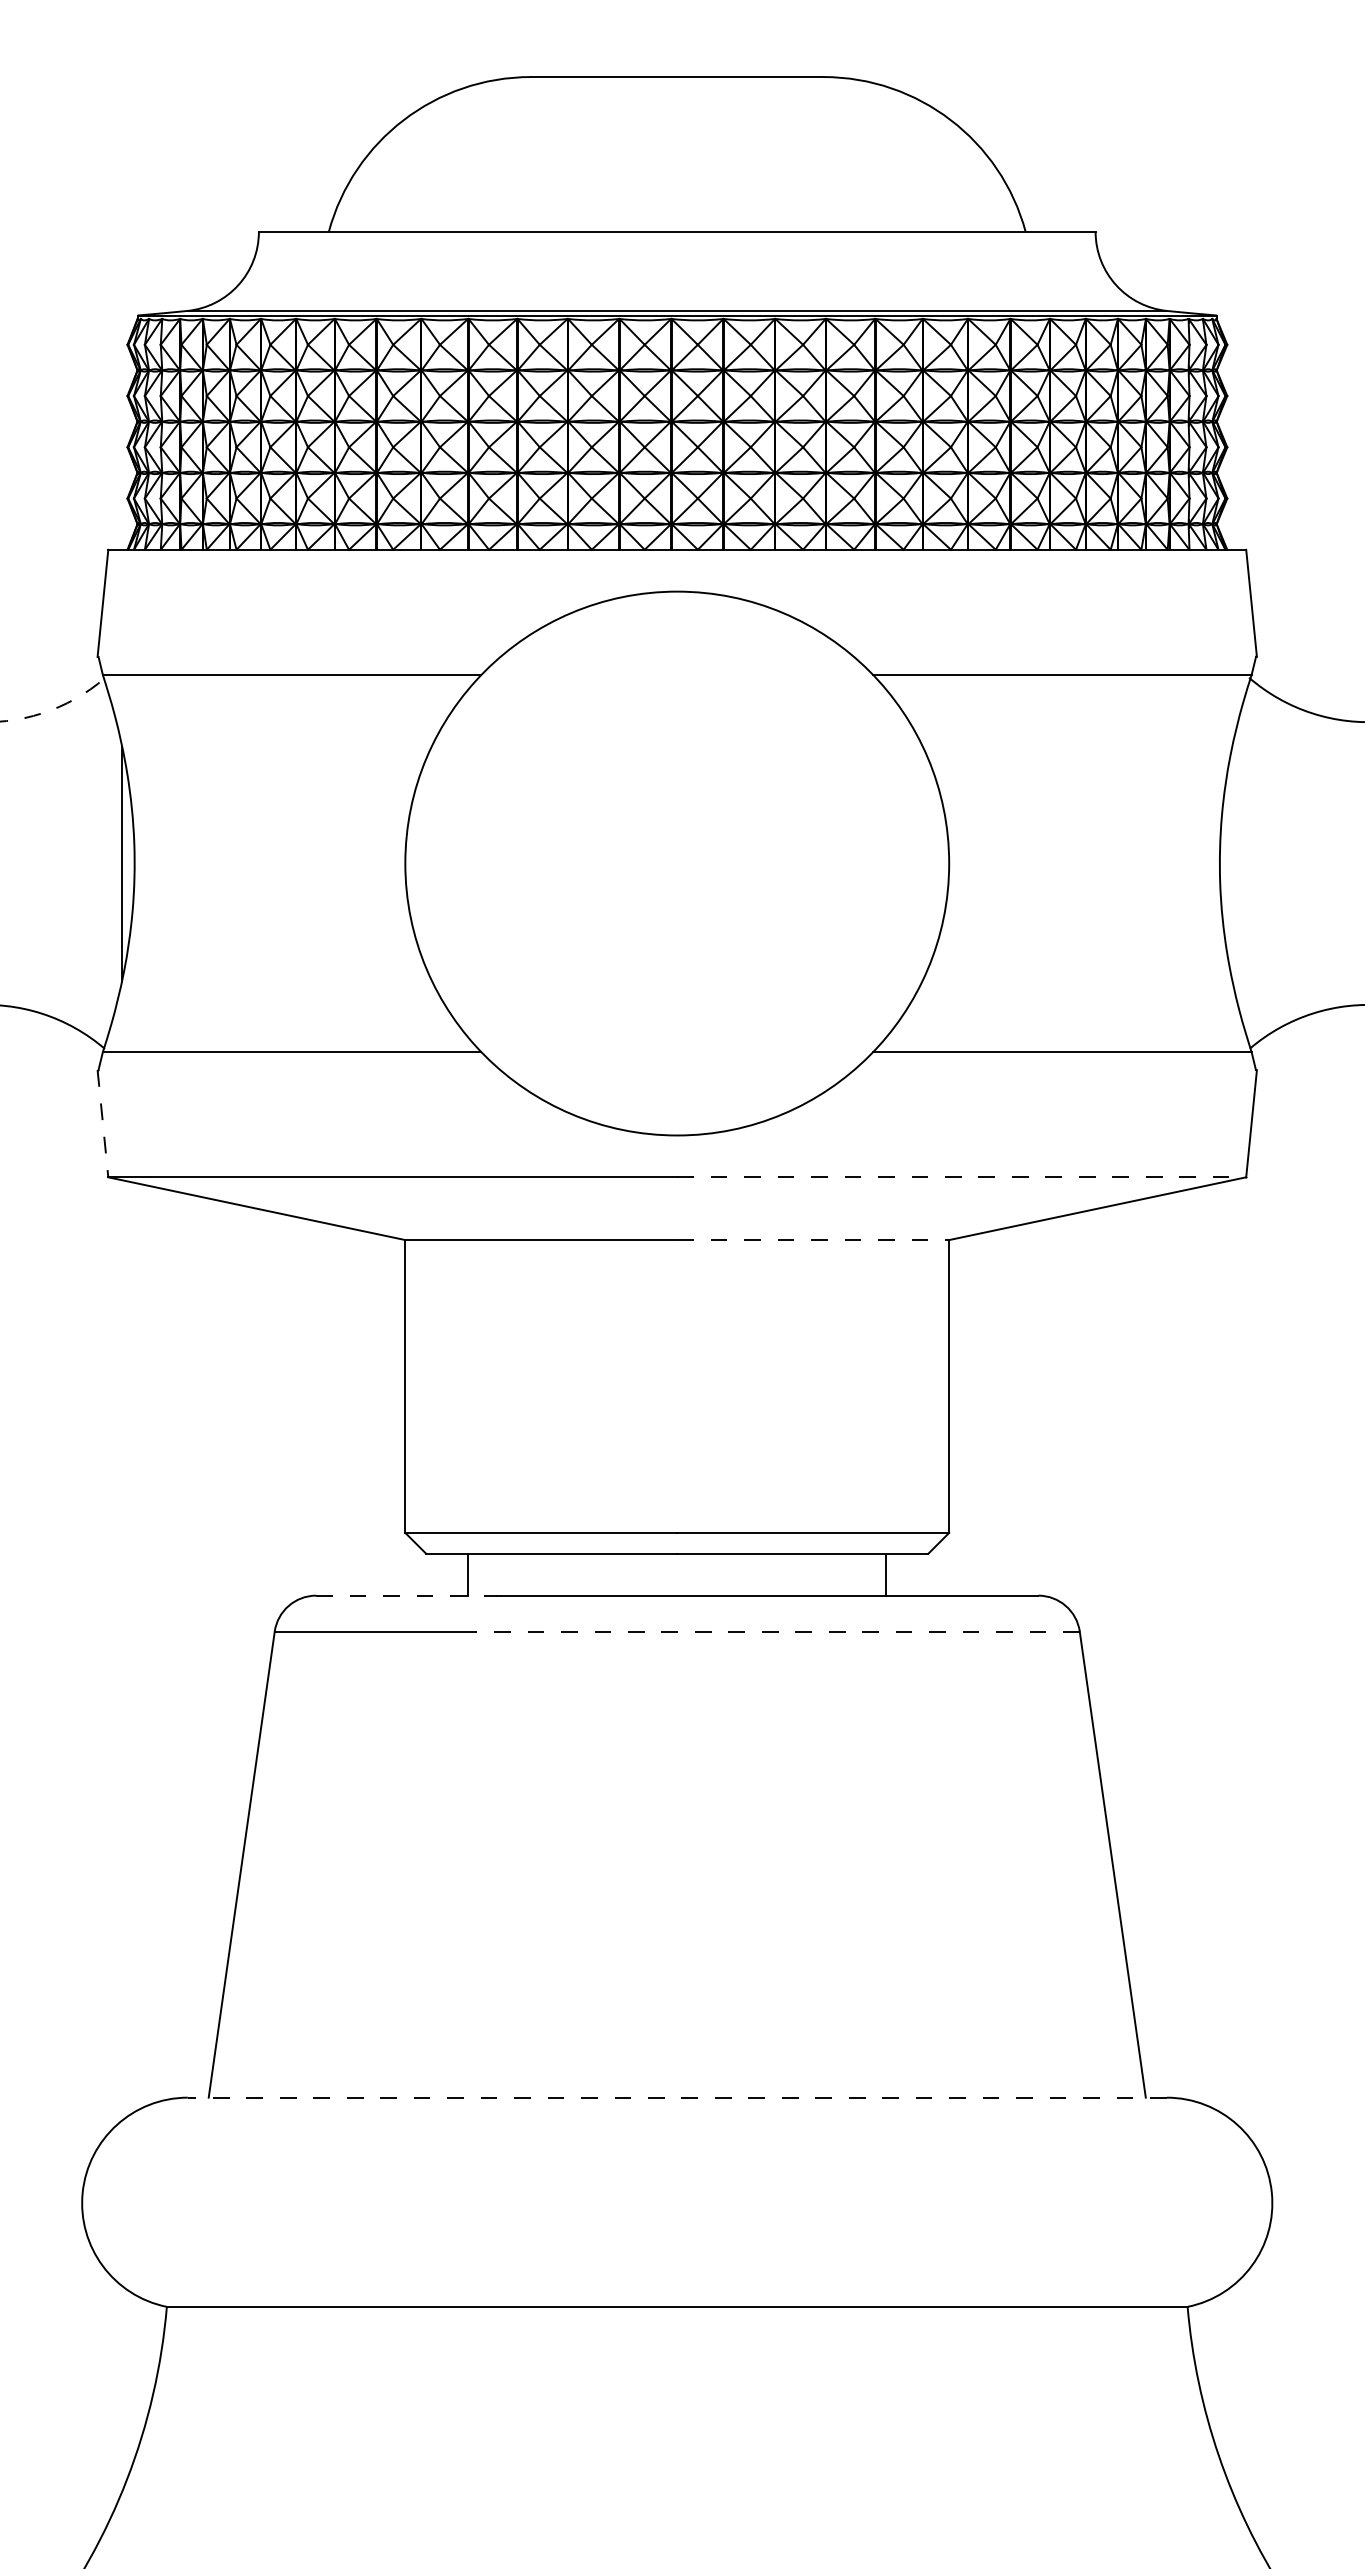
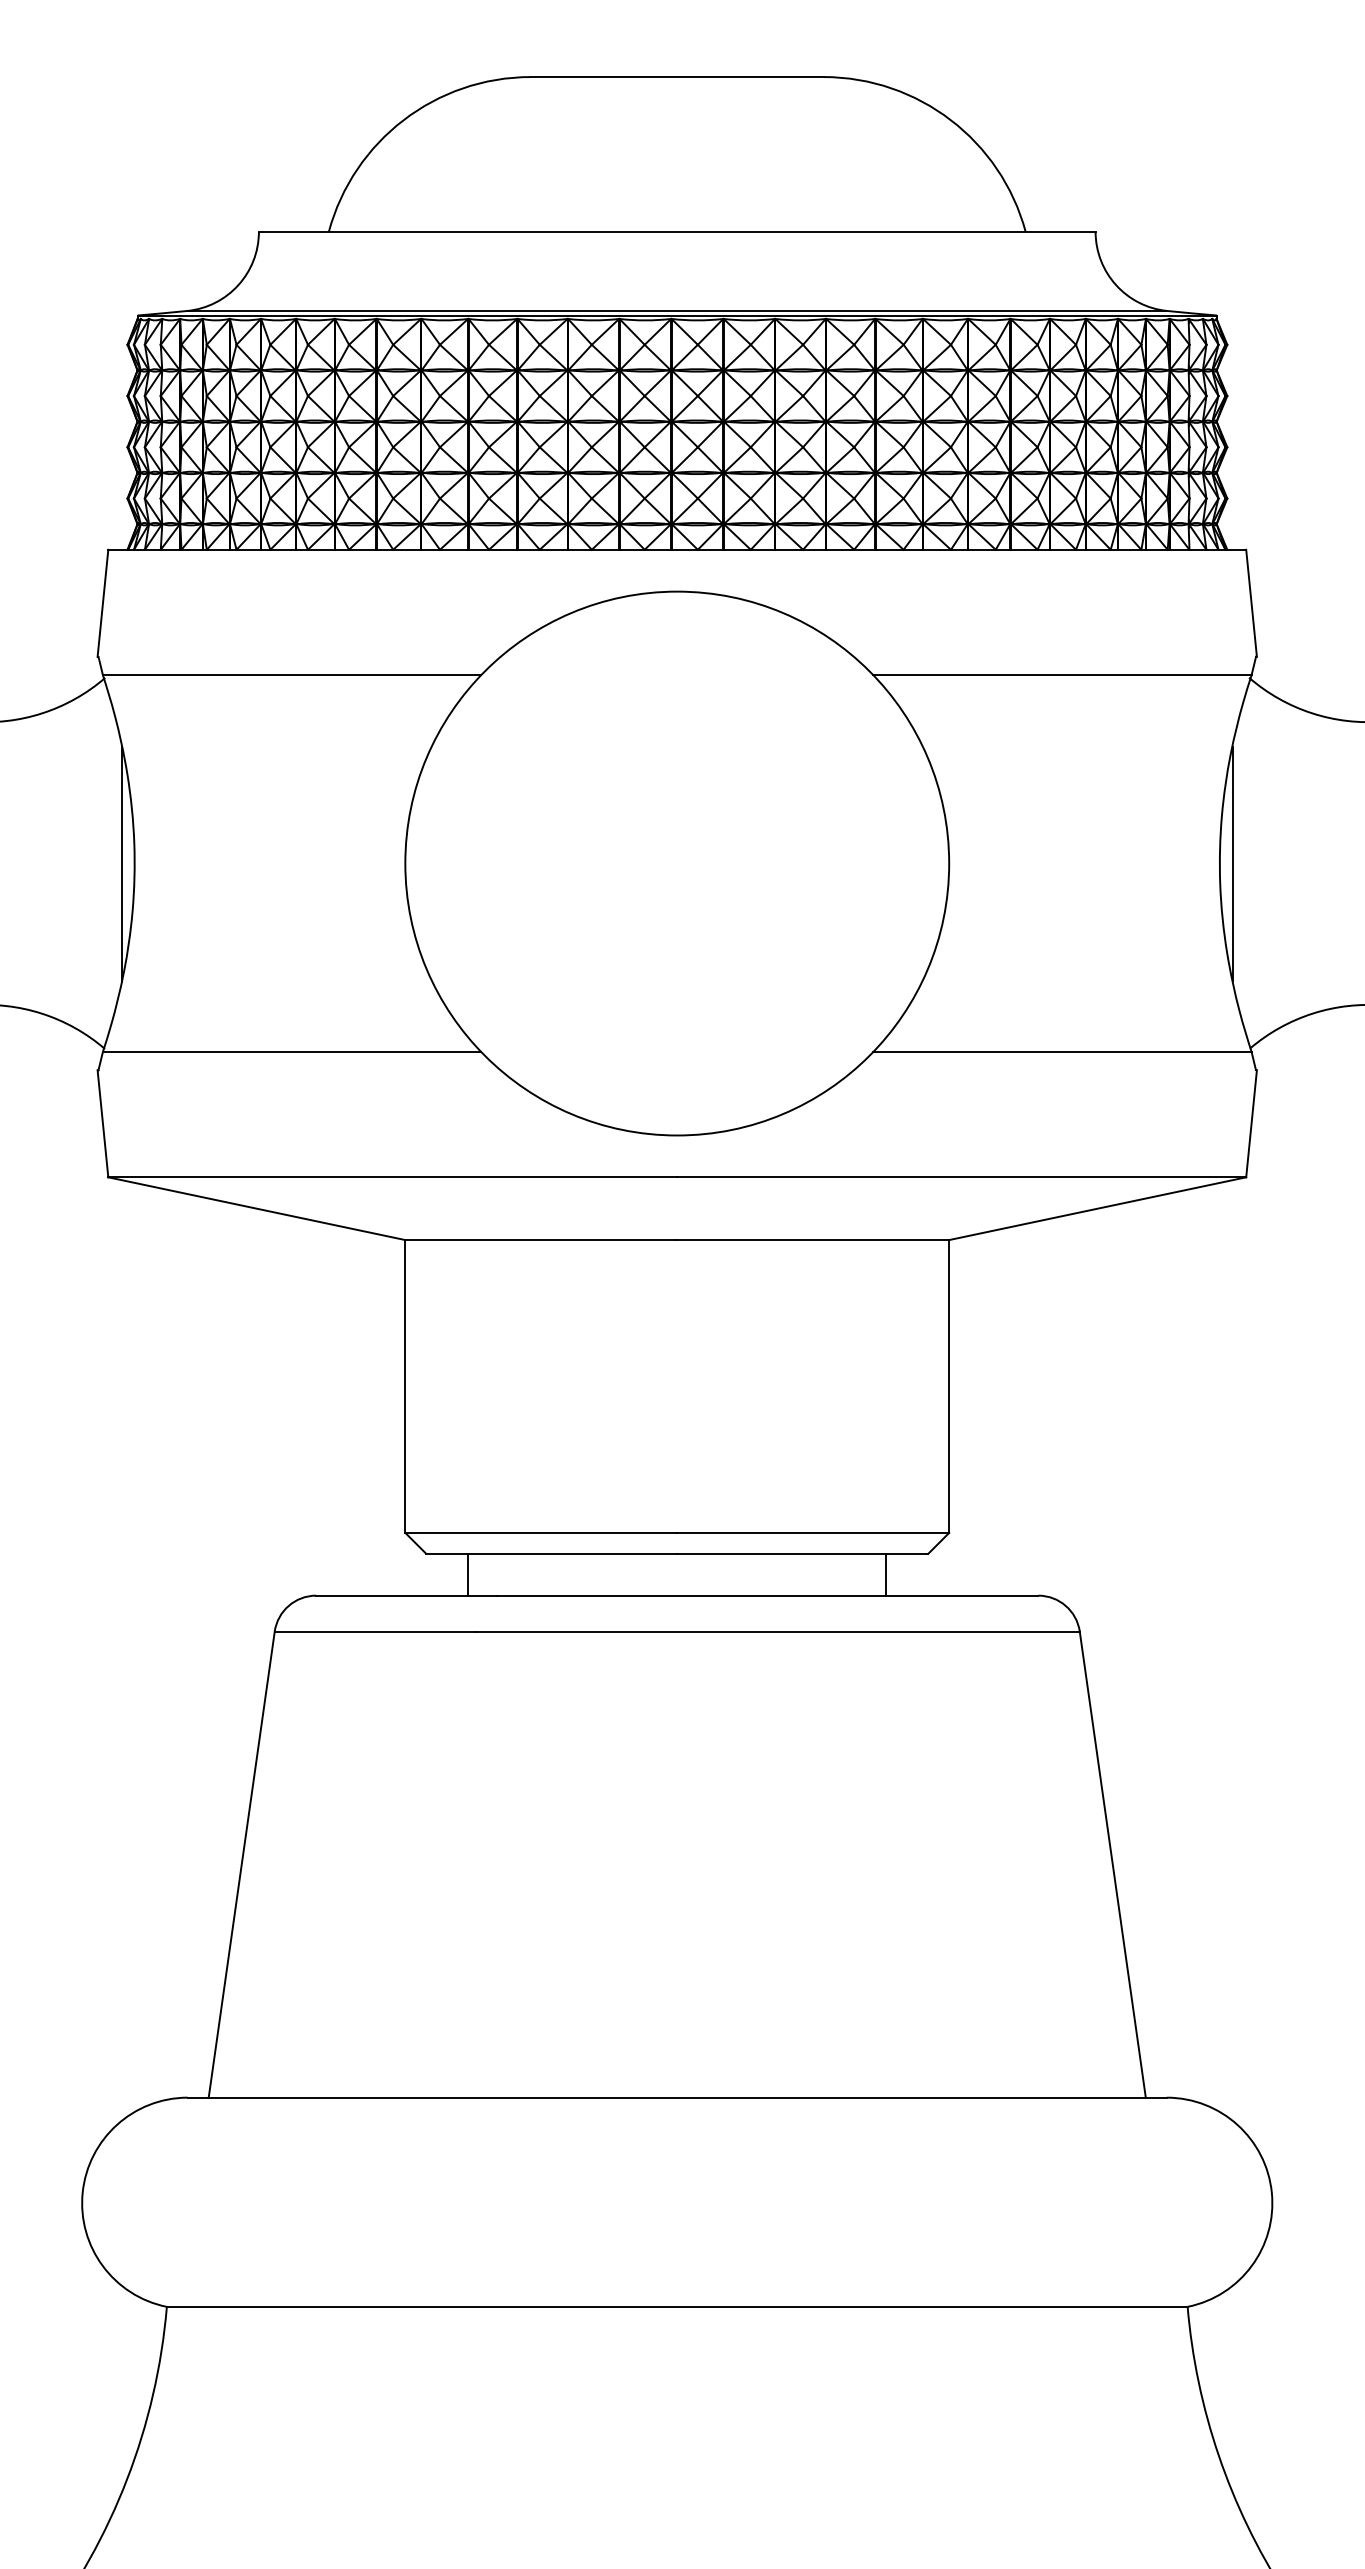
arc at (56, 708): dashed -> solid
line at (1232, 864): none -> present
line at (102, 1123): dashed -> solid
line at (962, 1177): dashed -> solid
line at (813, 1240): dashed -> solid
line at (406, 1595): dashed -> solid
line at (777, 1631): dashed -> solid
line at (676, 2097): dashed -> solid
